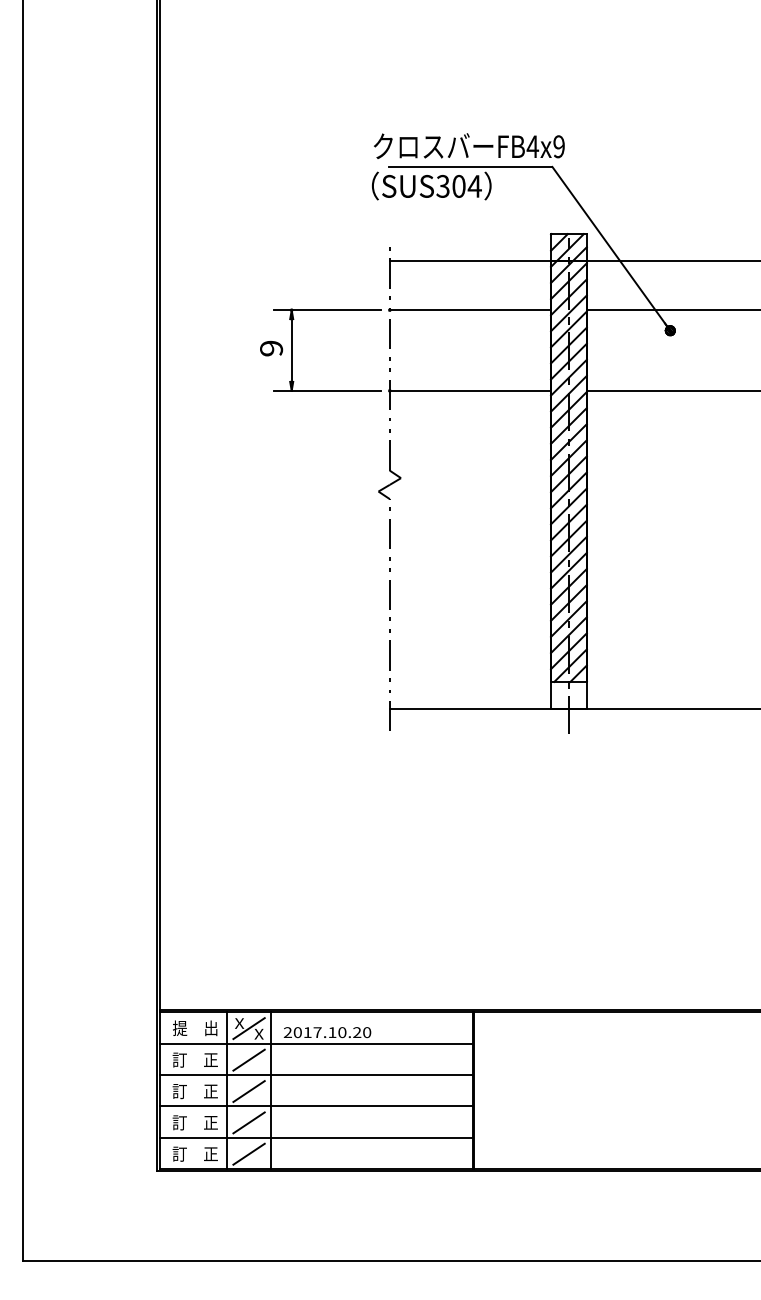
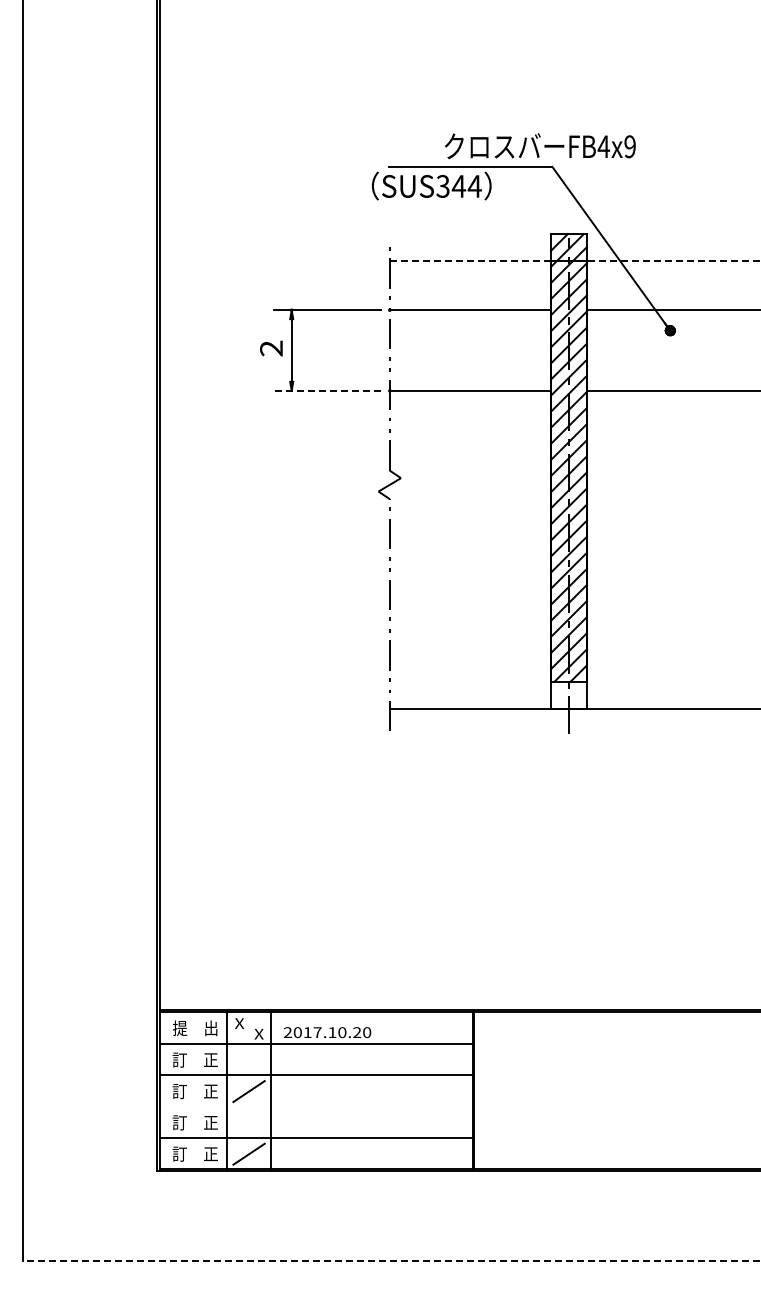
text at (469, 145) position: (469, 145) -> (540, 145)
text at (458, 185): SUS304 -> SUS344
line at (575, 260): solid -> dashed
text at (271, 348): 9 -> 2
line at (327, 390): solid -> dashed
line at (248, 1028): present -> none
line at (248, 1059): present -> none
line at (316, 1106): present -> none
line at (248, 1122): present -> none
line at (391, 1261): solid -> dashed
